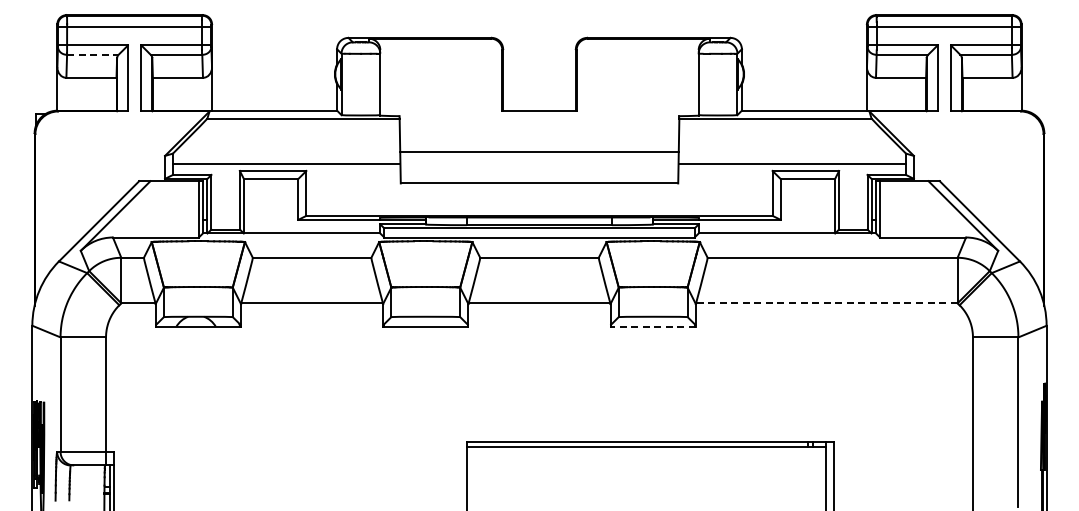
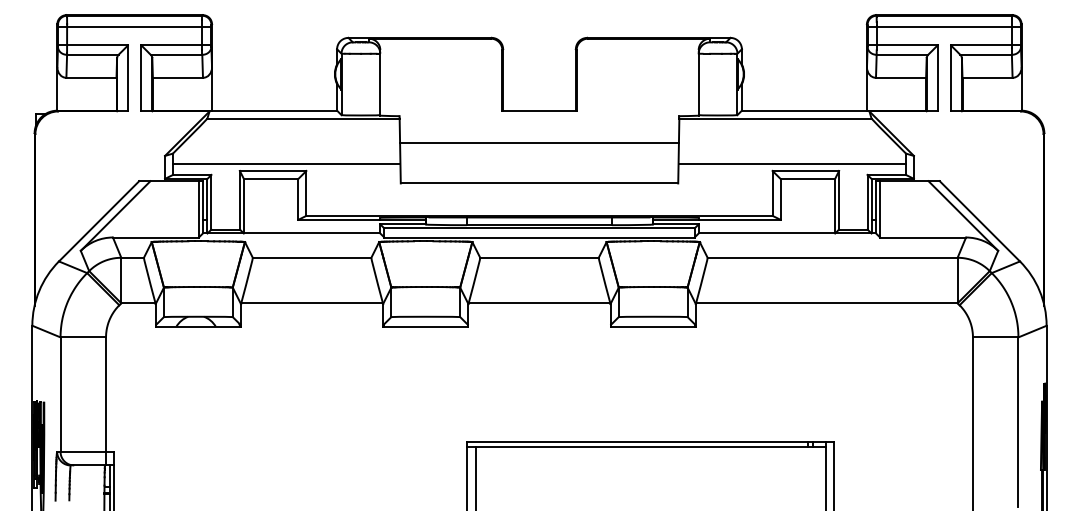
line at (92, 54): dashed -> solid
line at (539, 151) position: (539, 151) -> (539, 142)
line at (826, 303): dashed -> solid
line at (653, 326): dashed -> solid
line at (476, 477): none -> present
